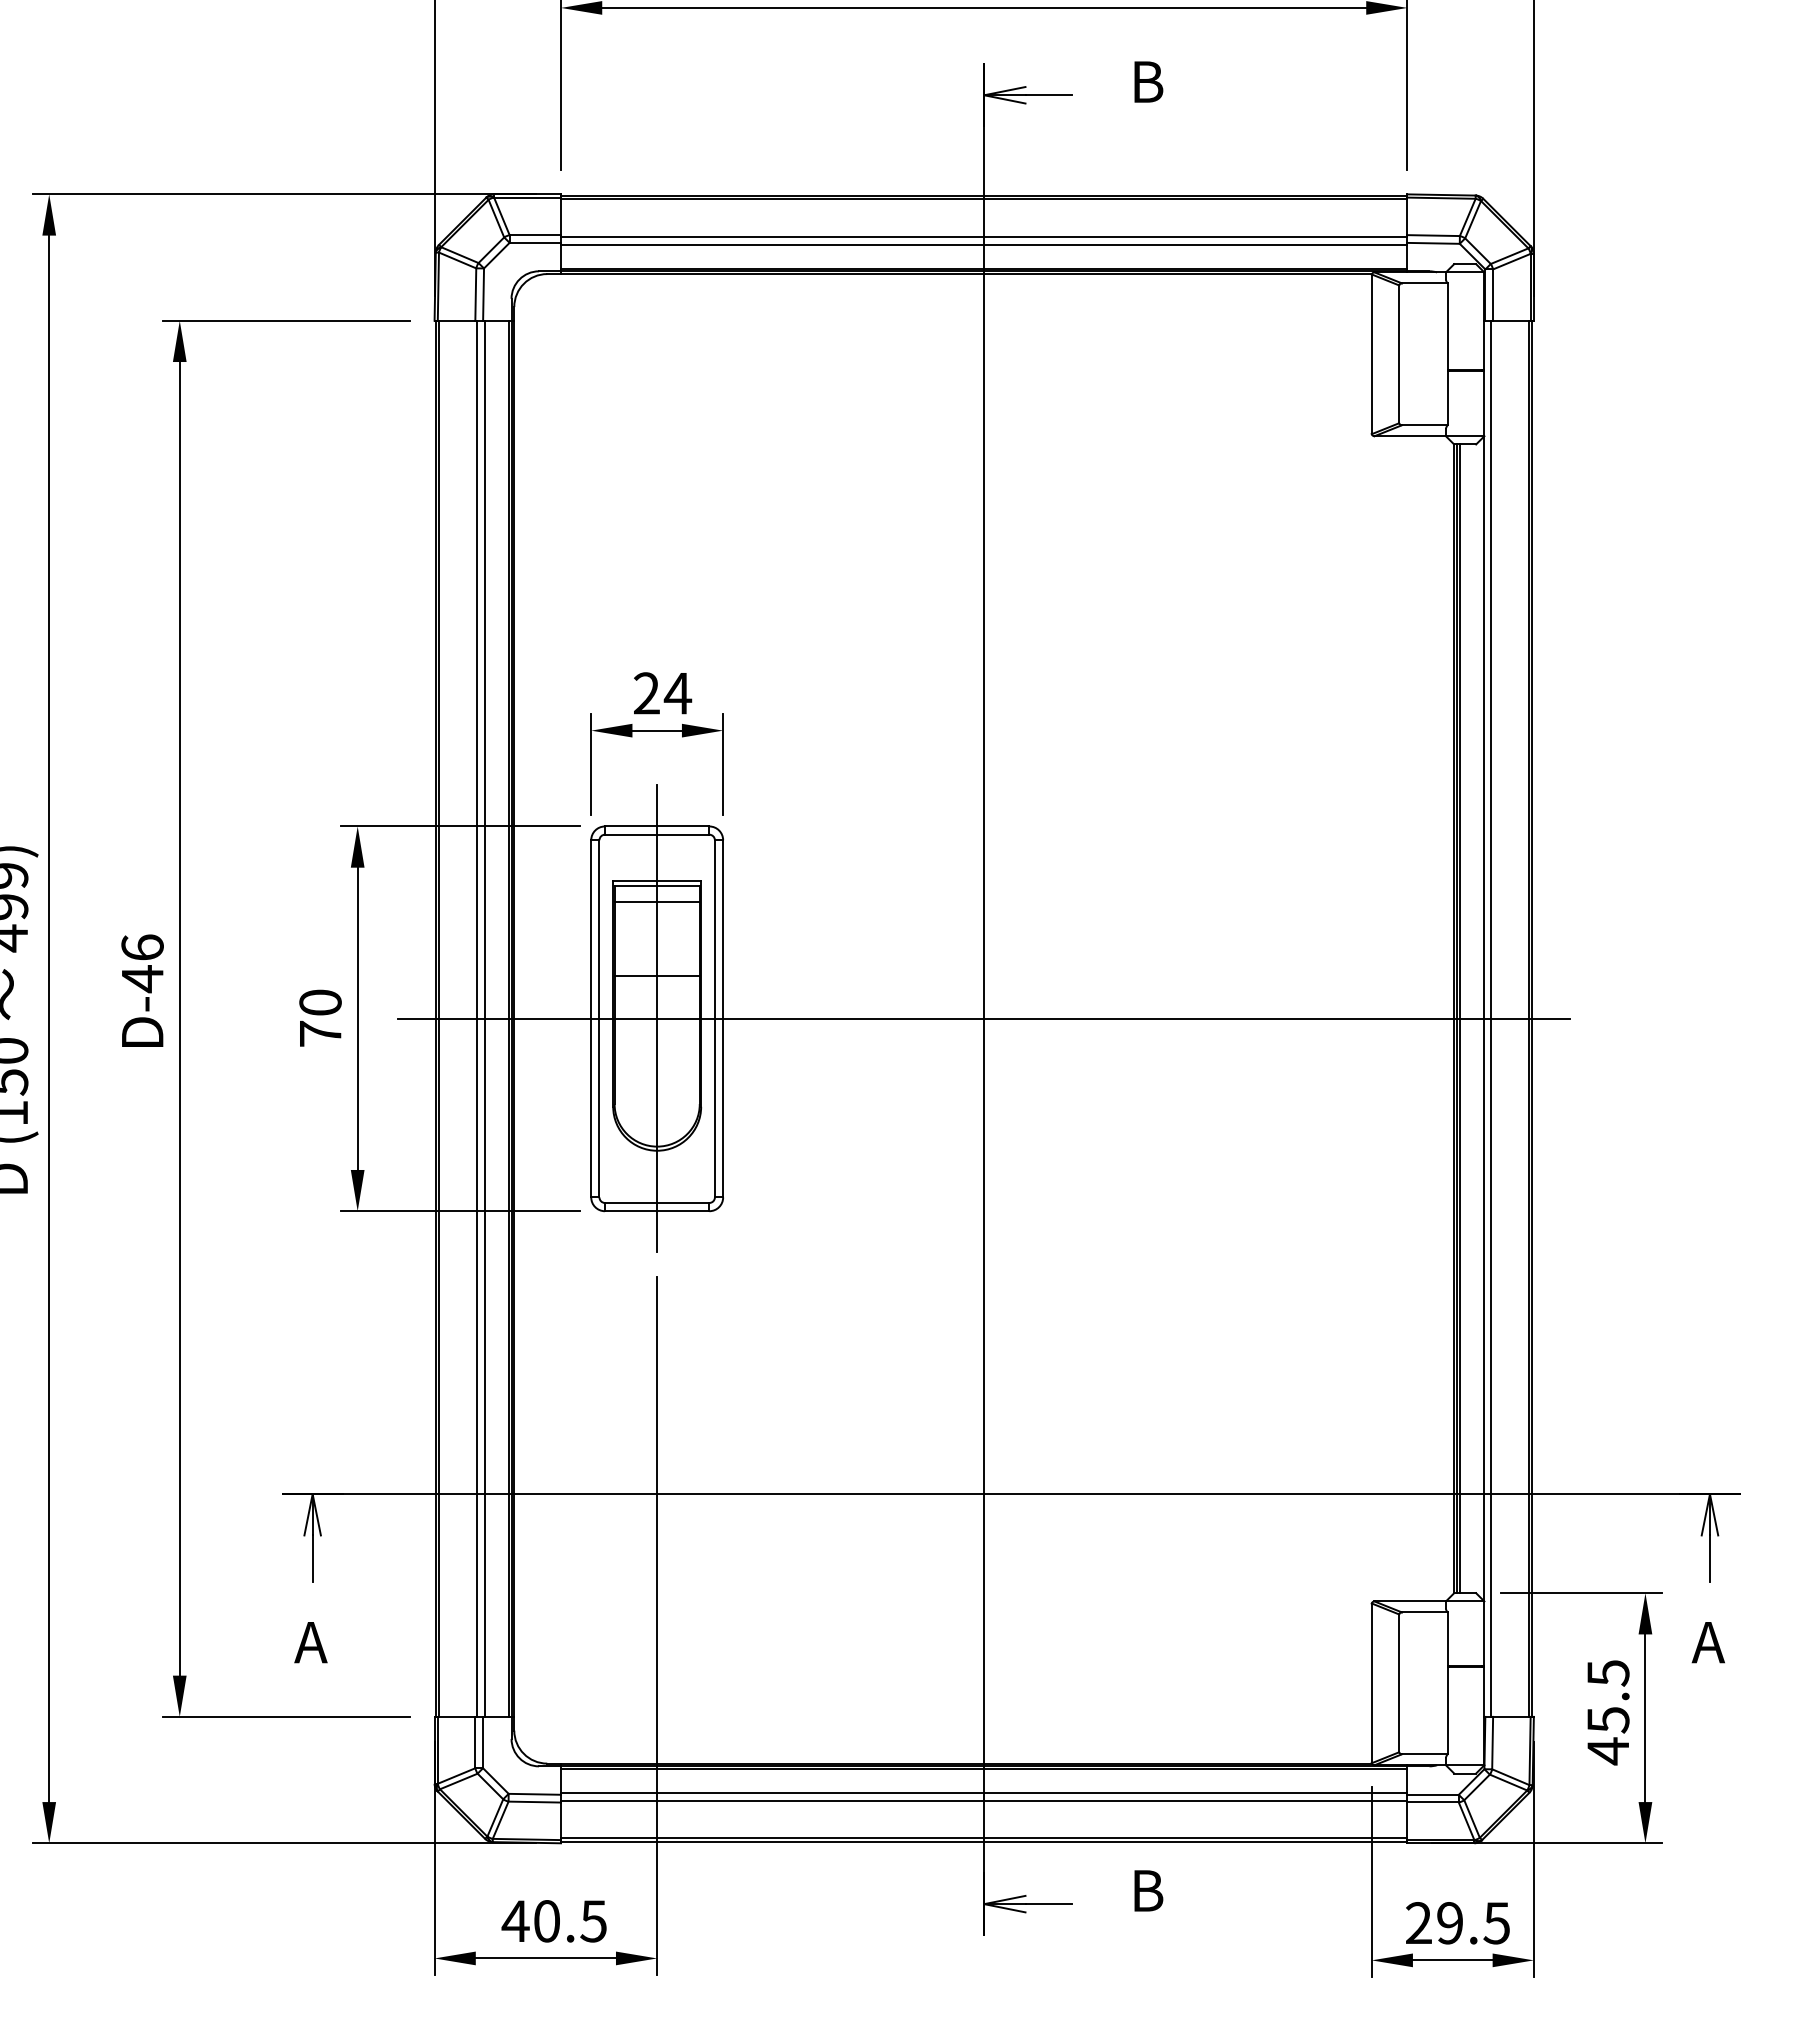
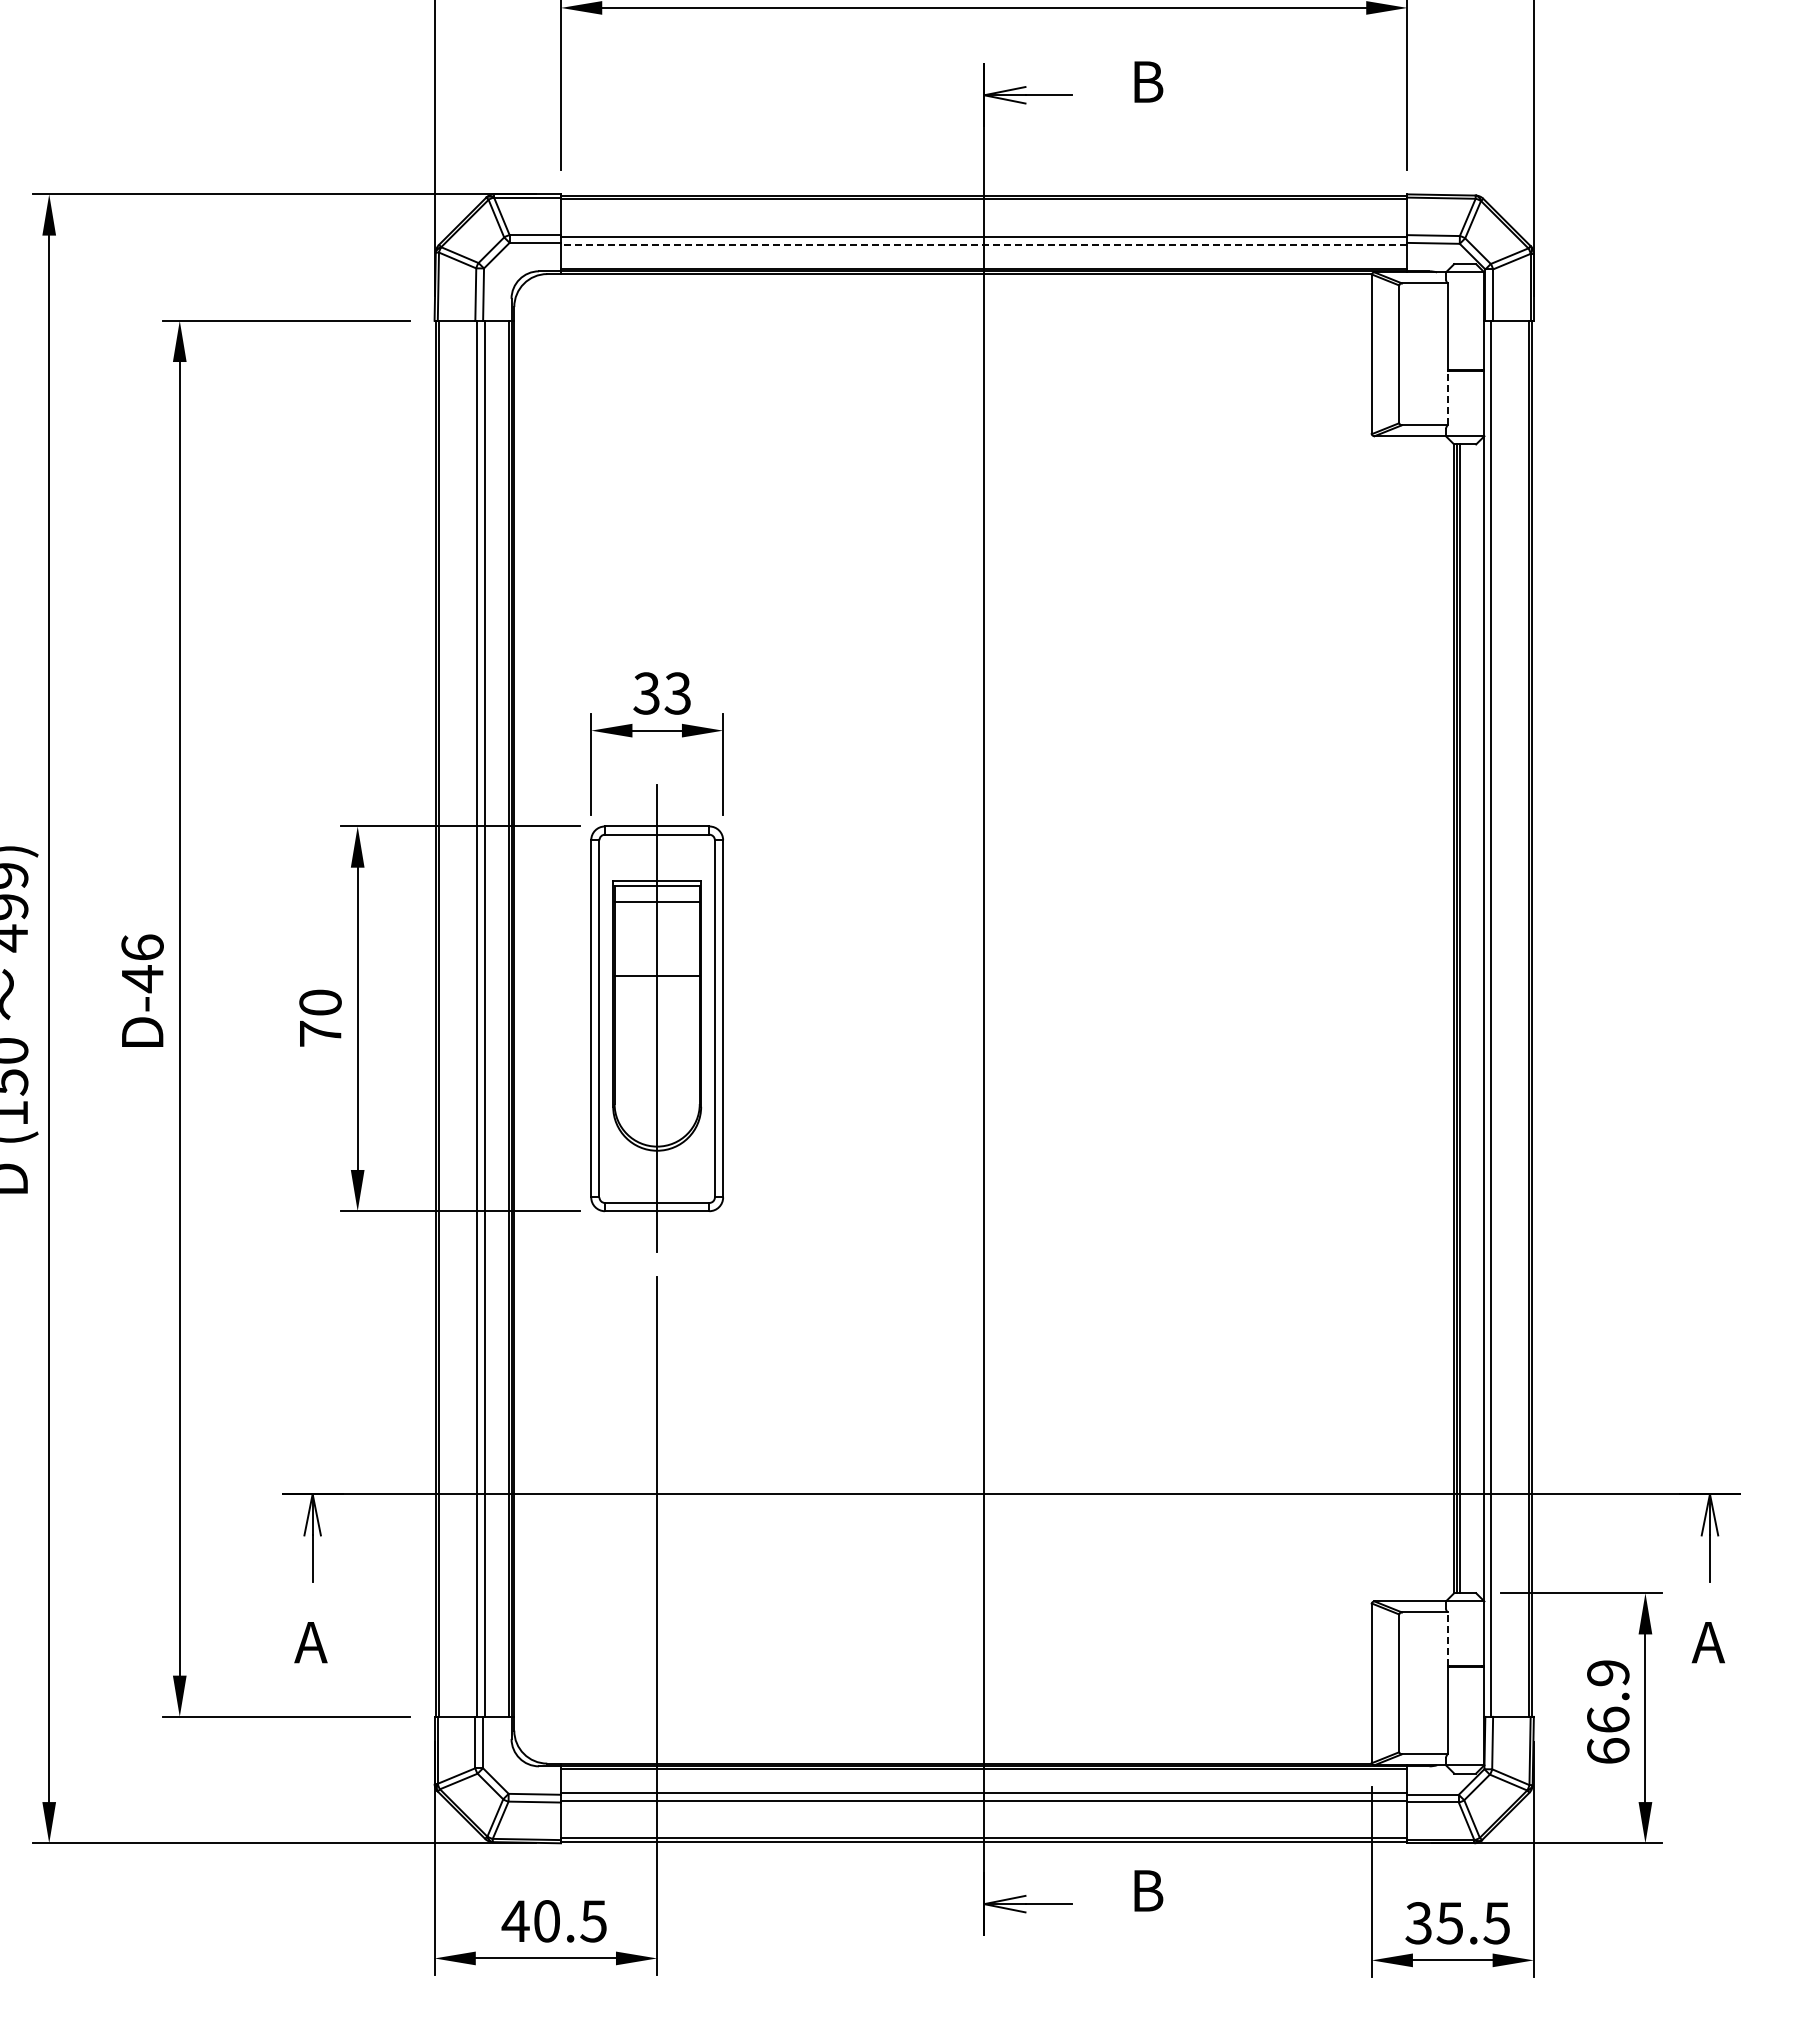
line at (983, 244): solid -> dashed
line at (1447, 398): solid -> dashed
text at (662, 693): 24 -> 33
line at (984, 1018): present -> none
line at (1447, 1639): solid -> dashed
text at (1608, 1712): 45.5 -> 66.9
text at (1433, 1923): 29.5 -> 35.5
